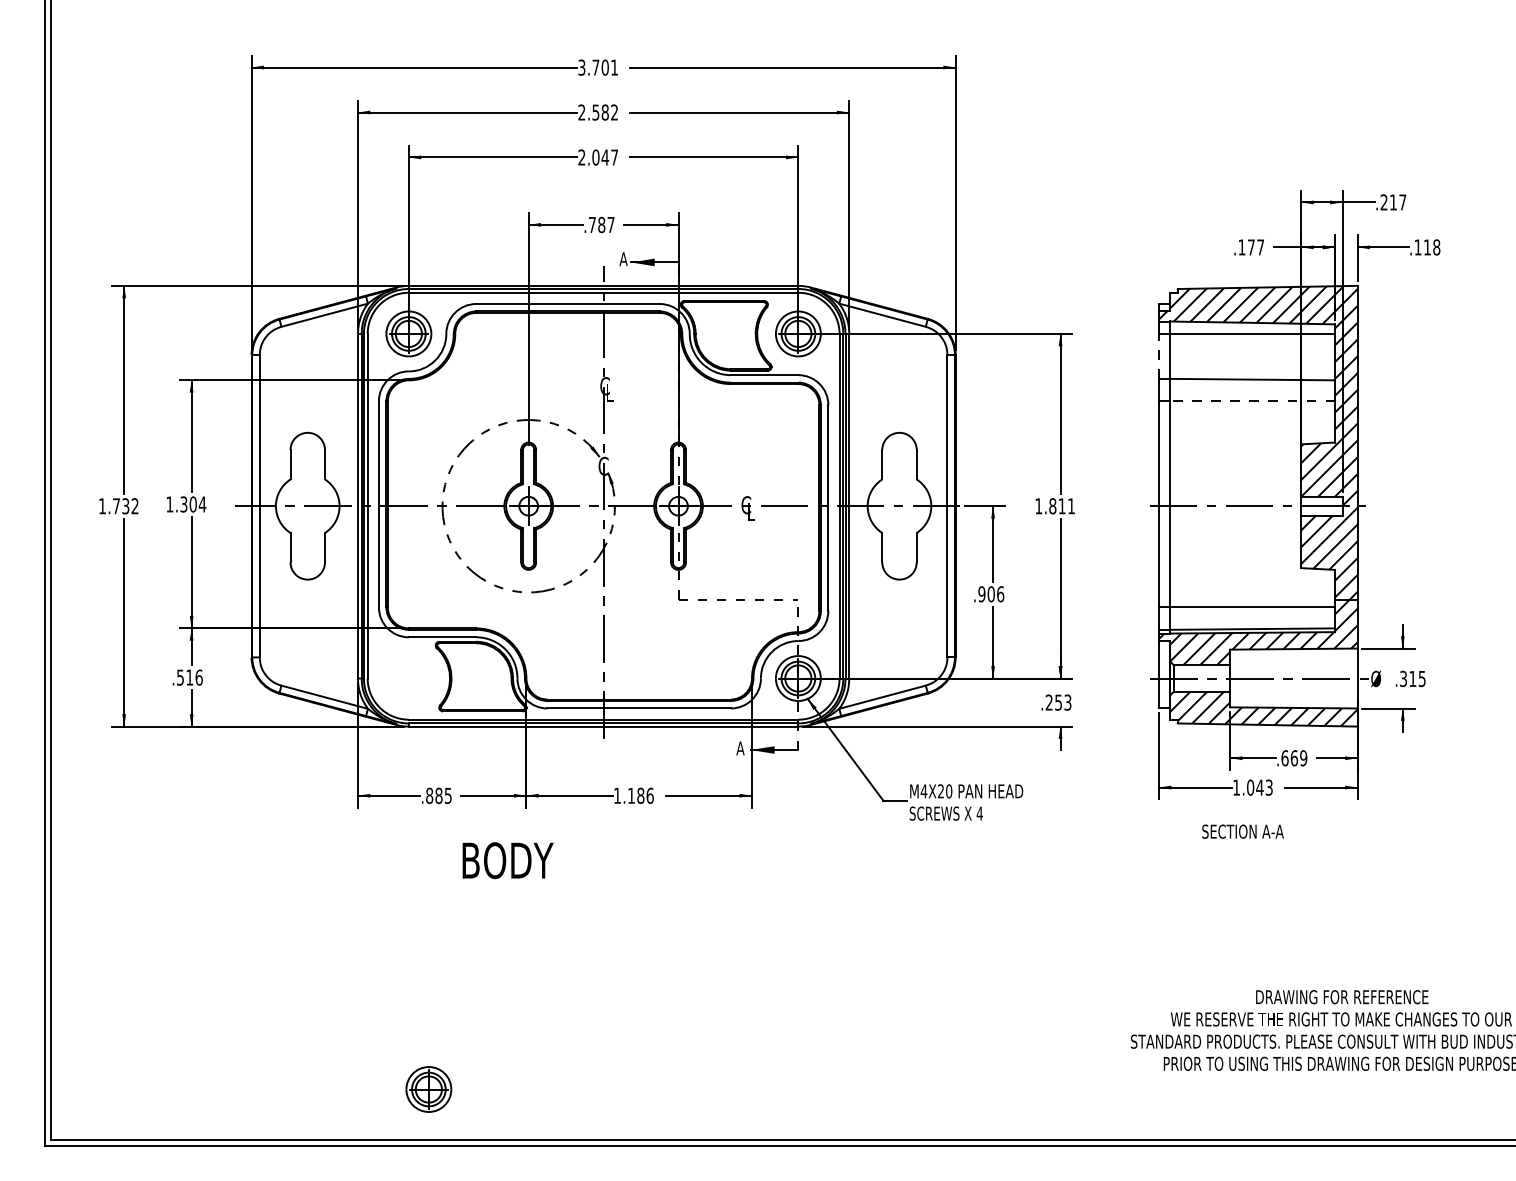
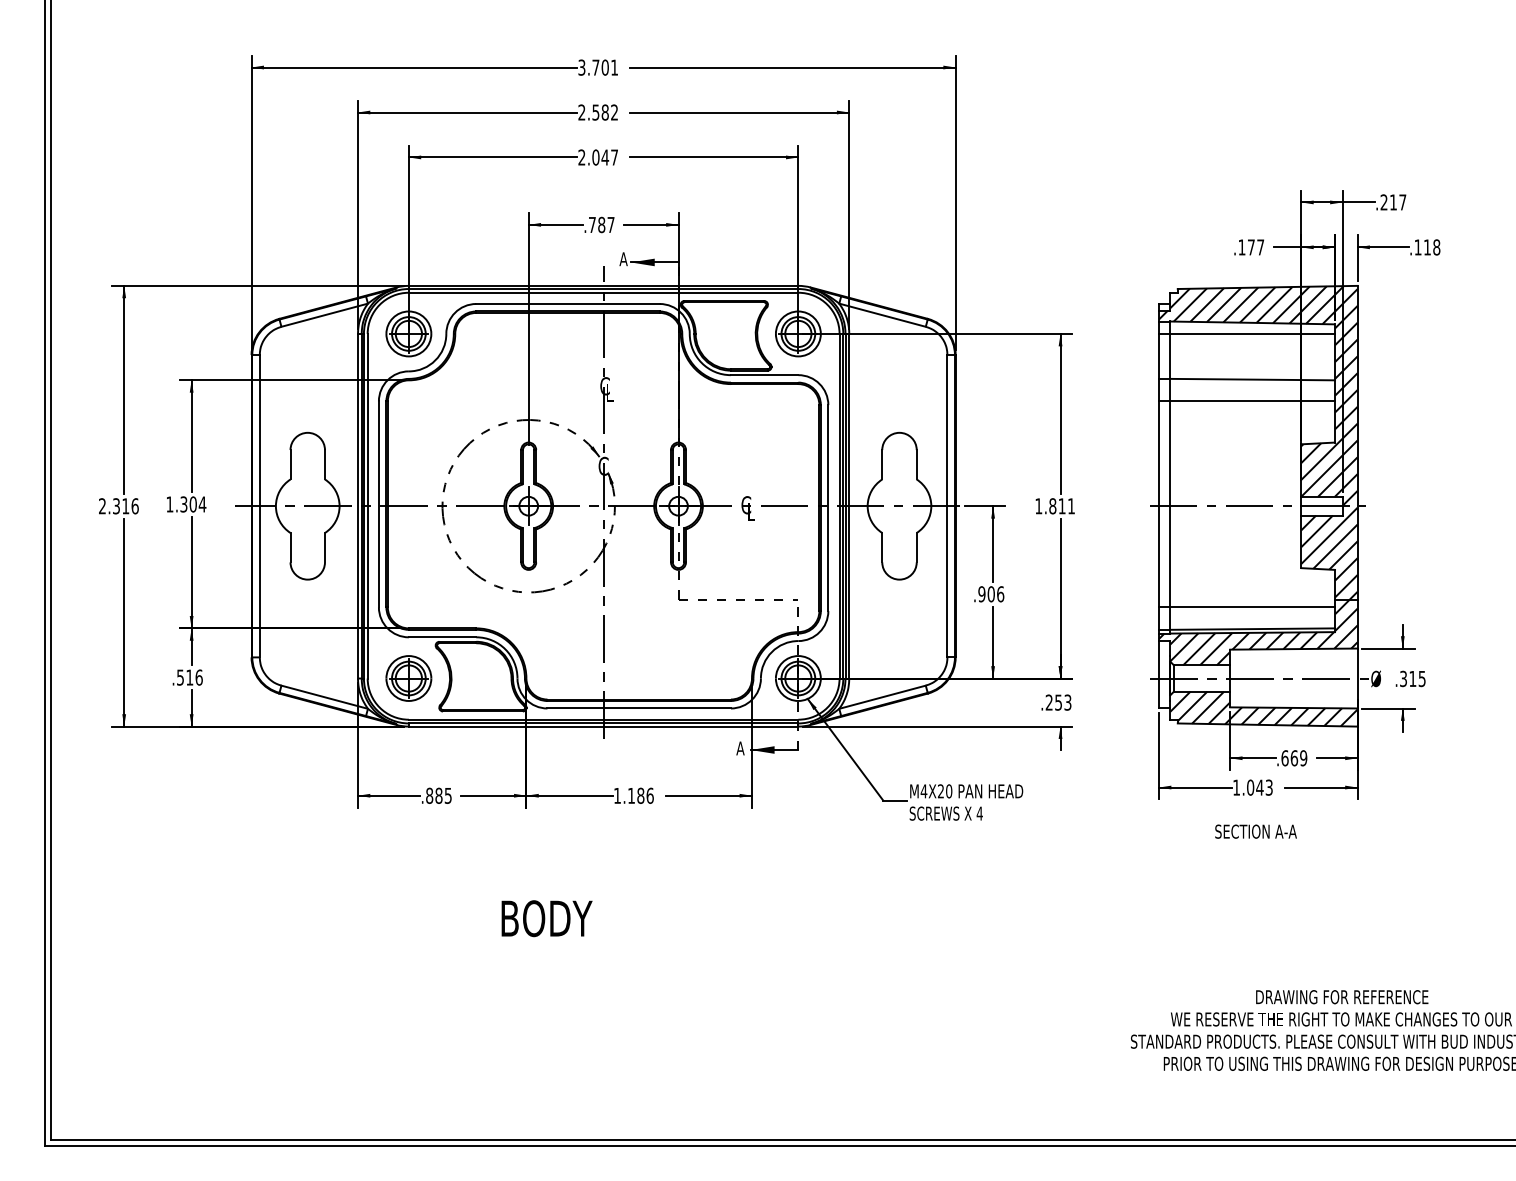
line at (1159, 355): dashed -> solid
line at (1252, 401): dashed -> solid
text at (118, 506): 1.732 -> 2.316
text at (1242, 831) position: (1242, 831) -> (1255, 831)
text at (507, 860) position: (507, 860) -> (546, 918)
part at (428, 1089) position: (428, 1089) -> (408, 678)
